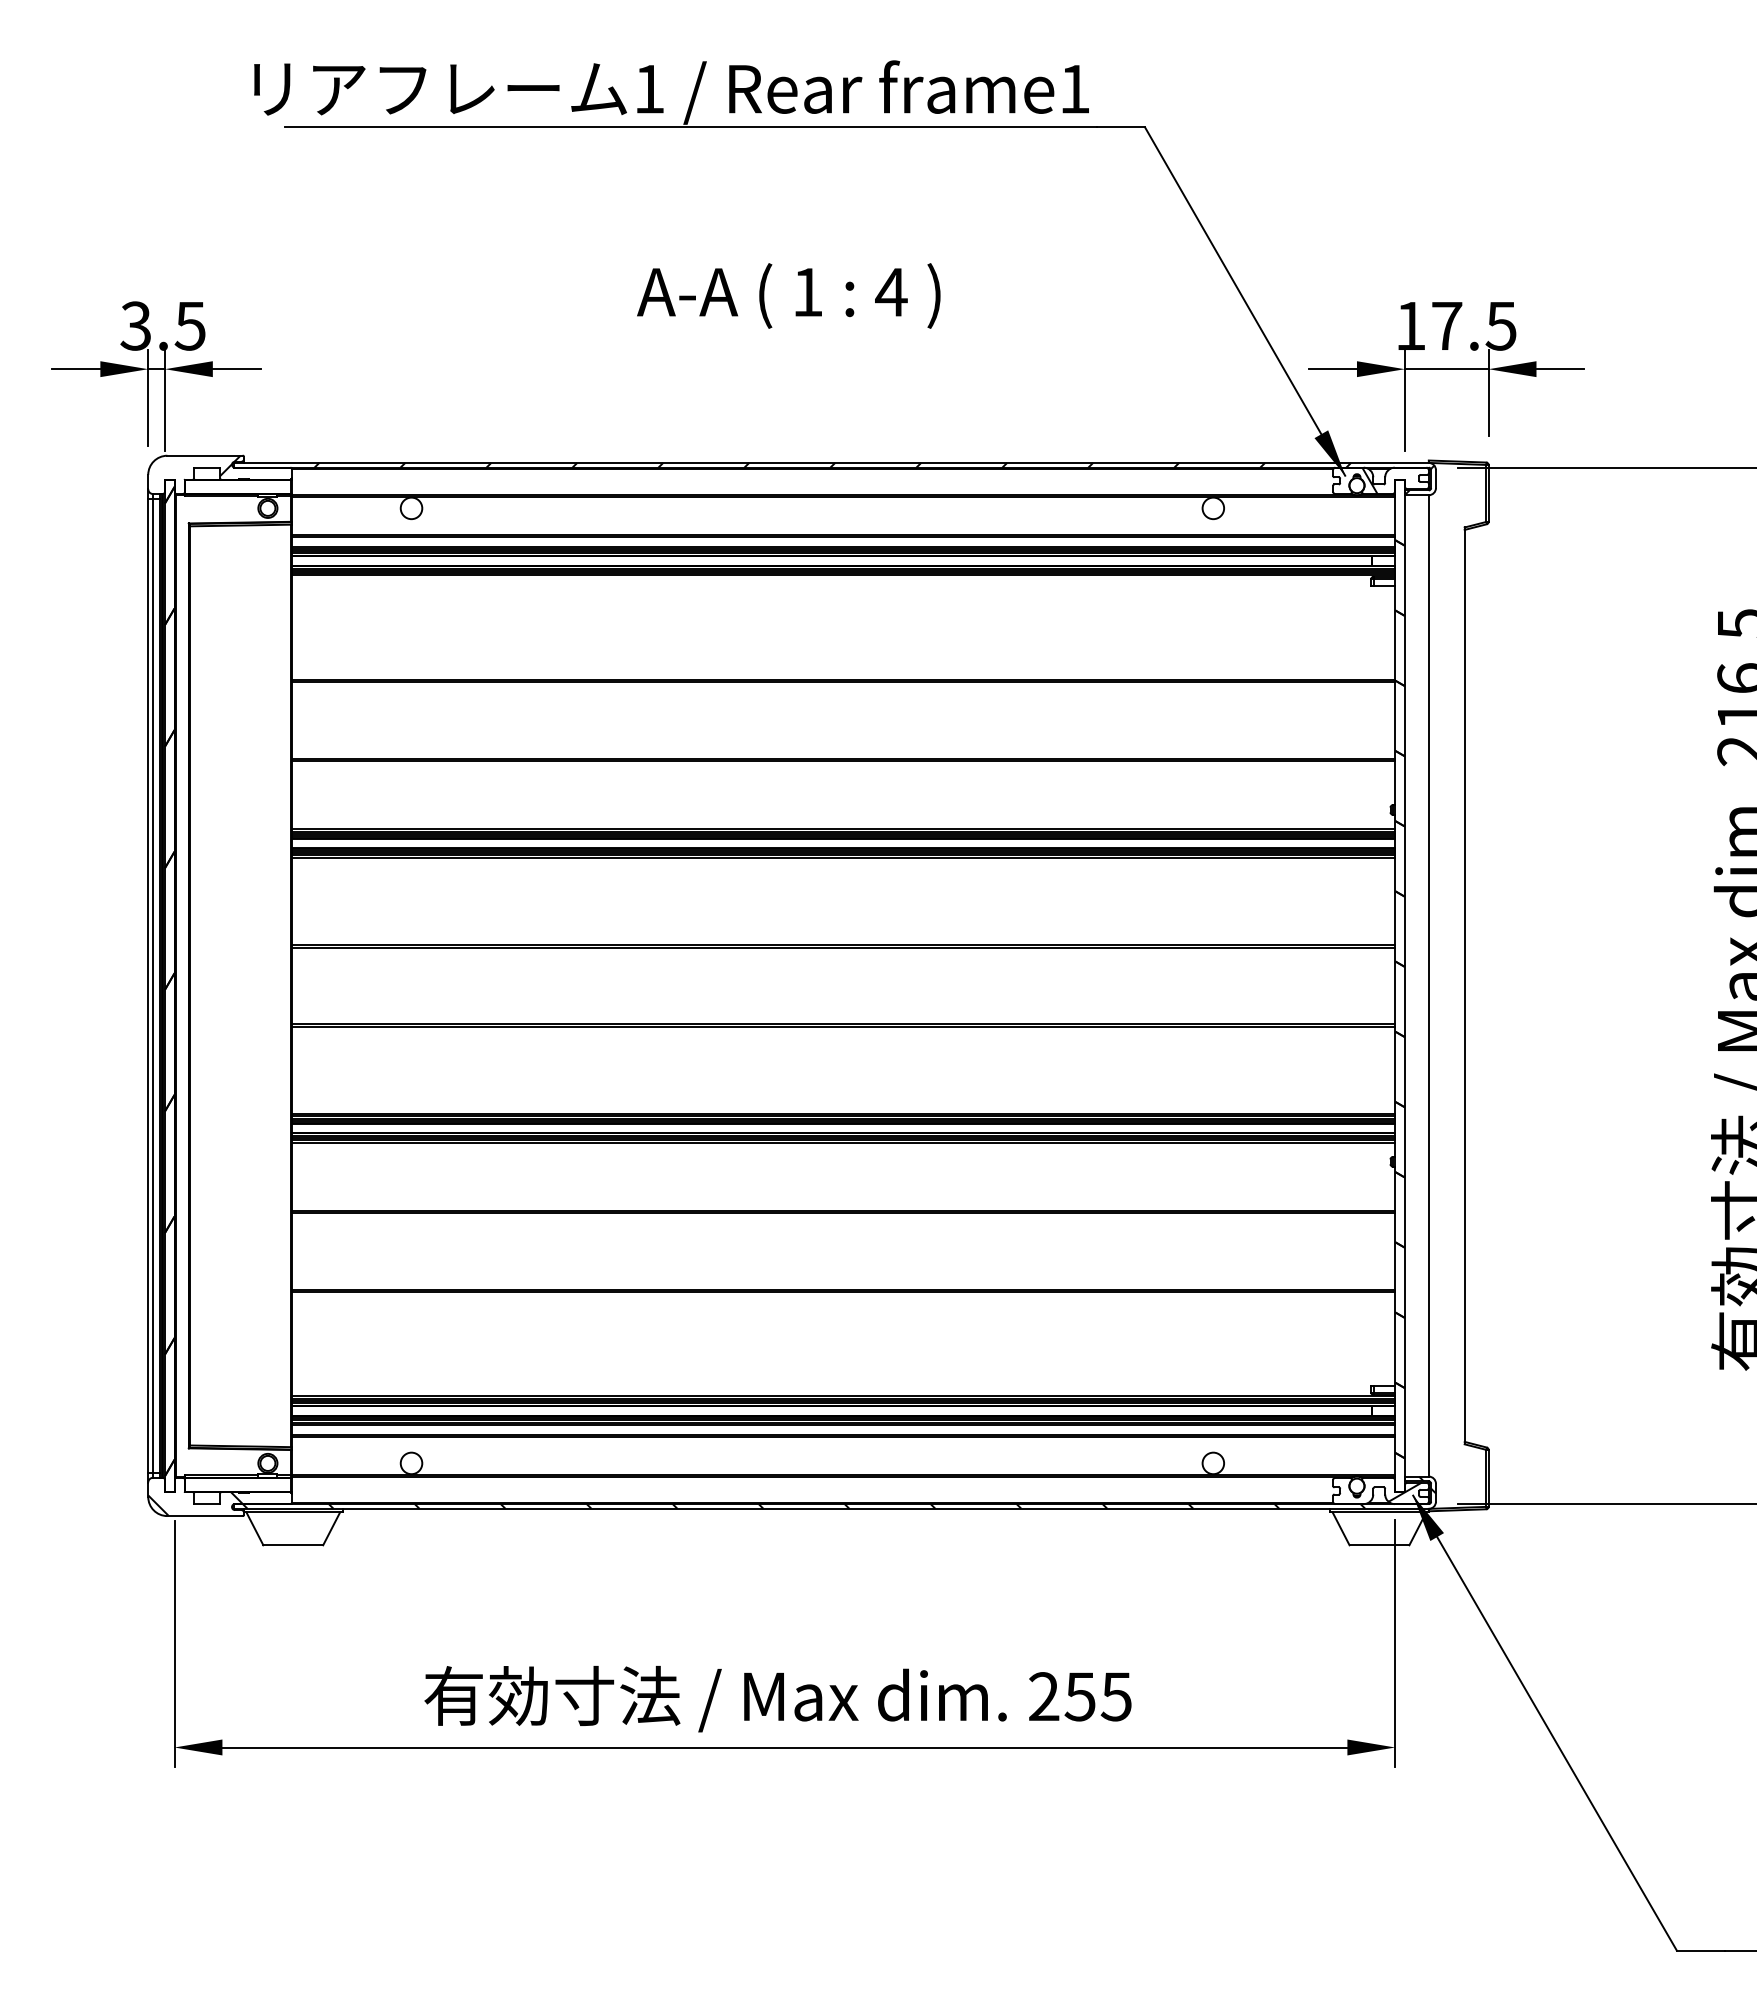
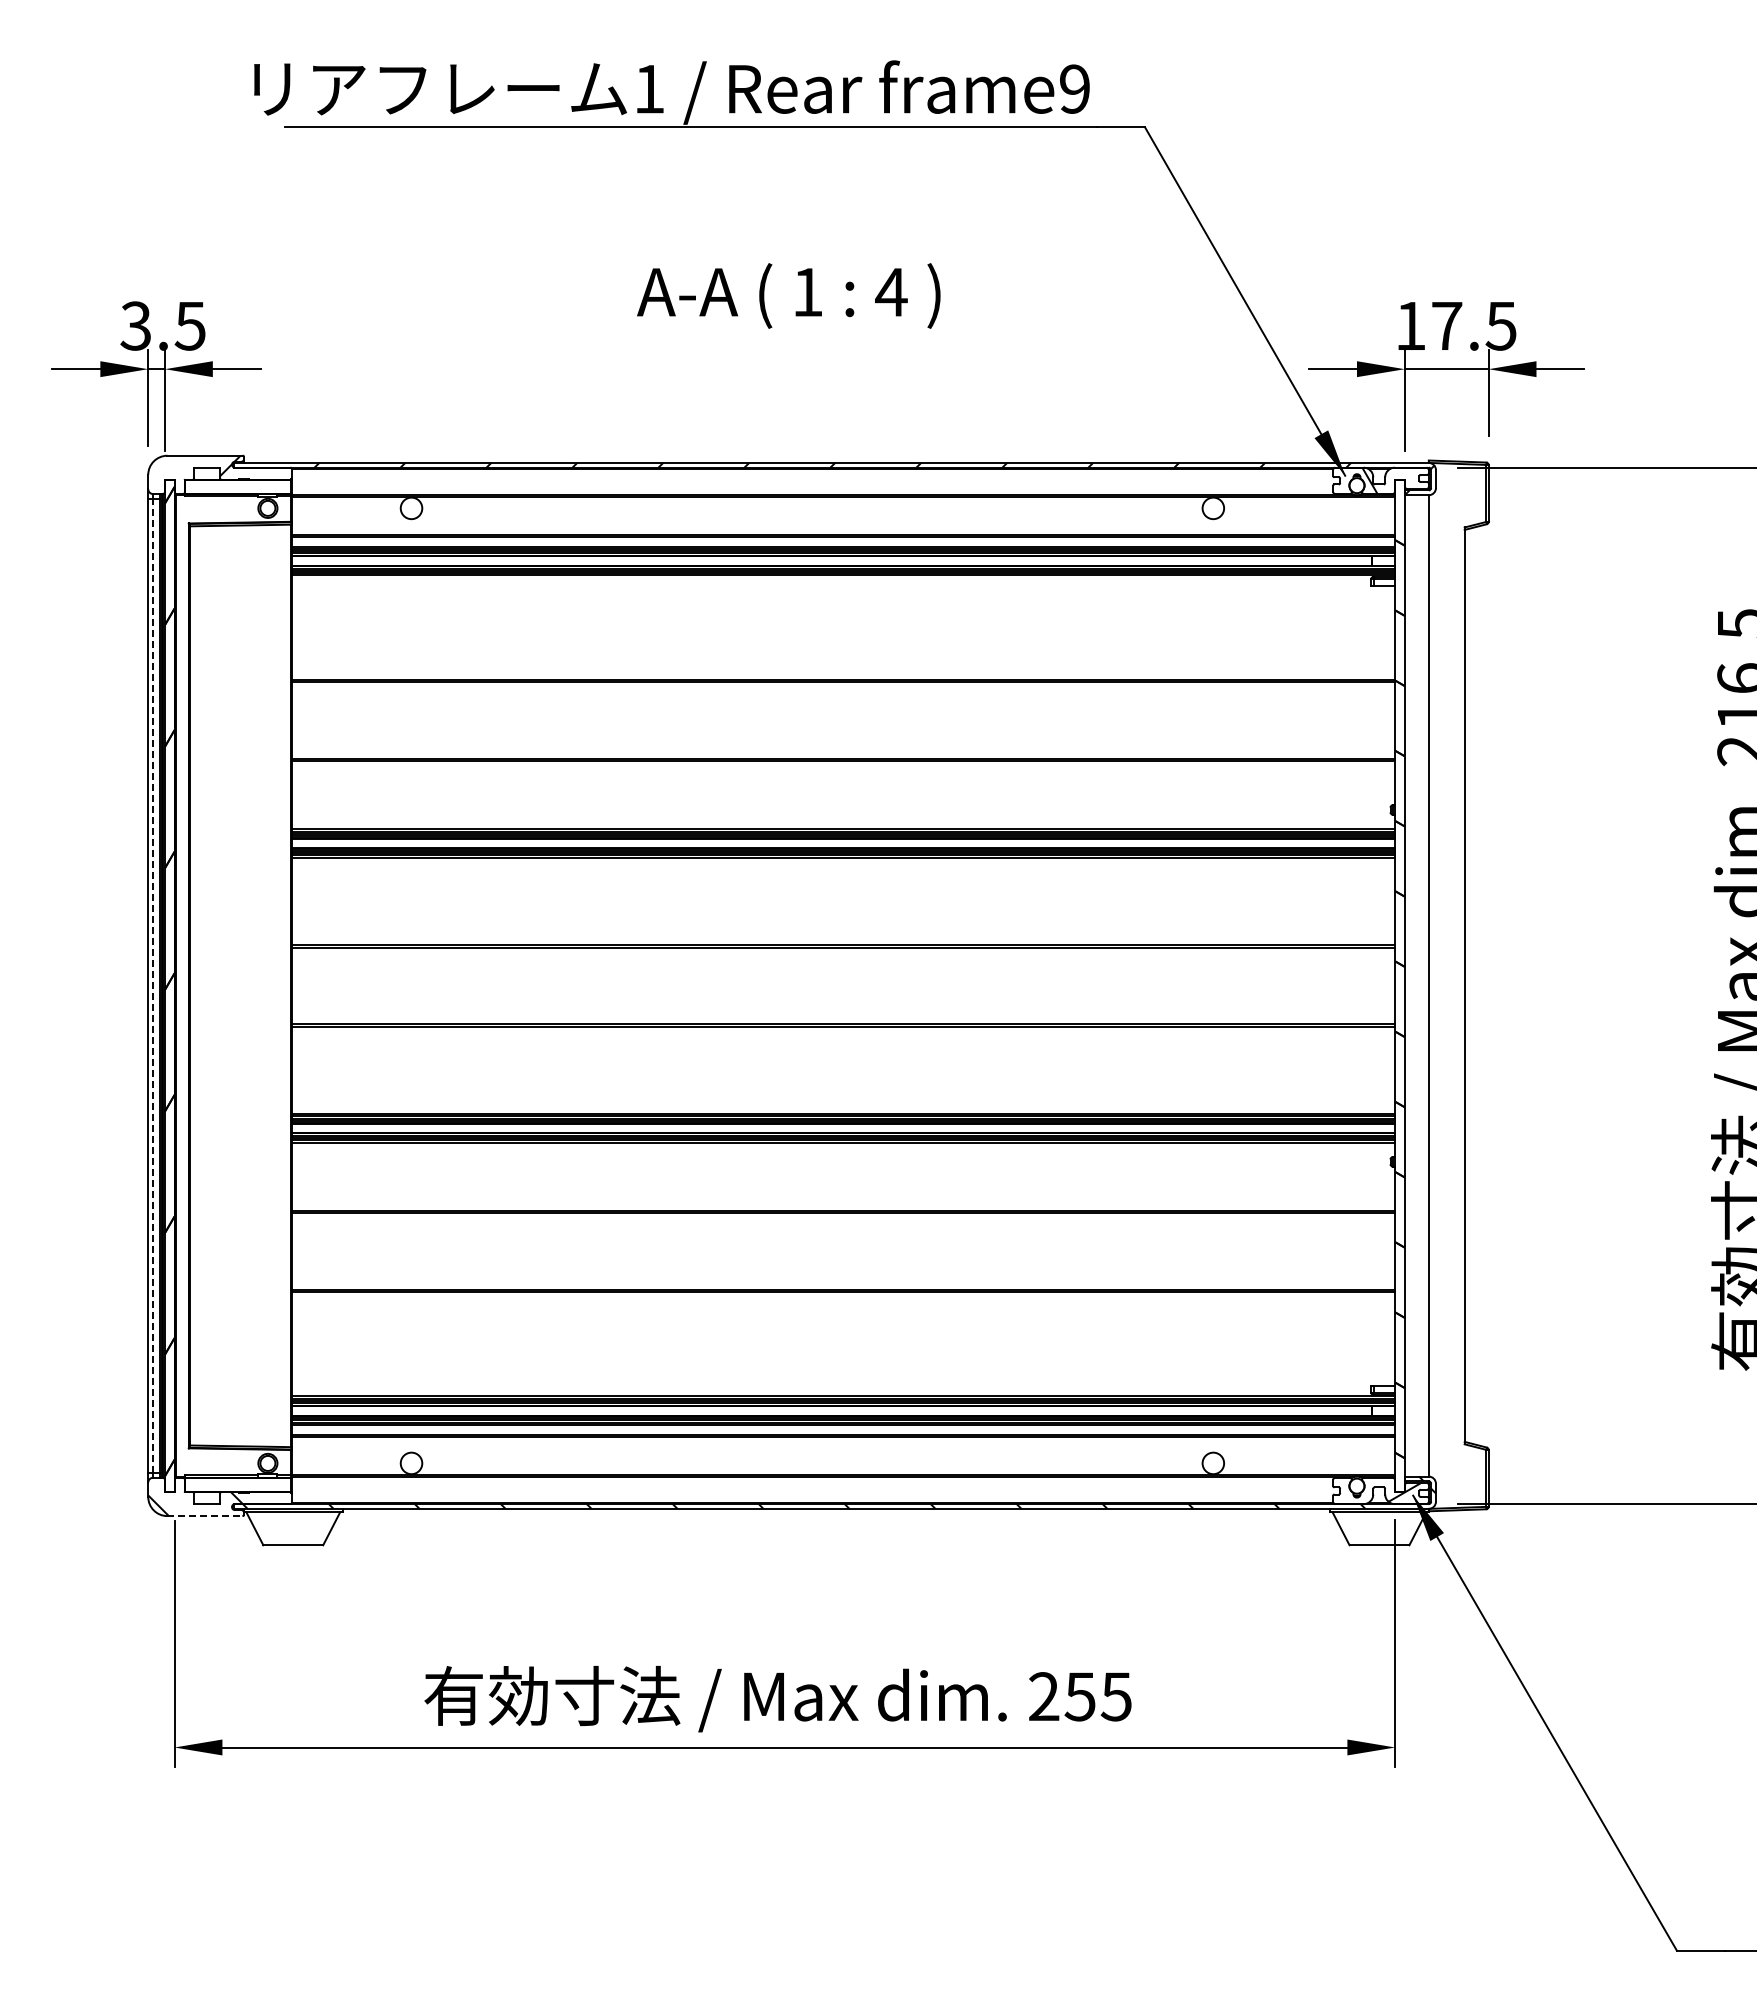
text at (1074, 88): frame1 -> frame9
line at (153, 985): solid -> dashed
line at (204, 1516): solid -> dashed
